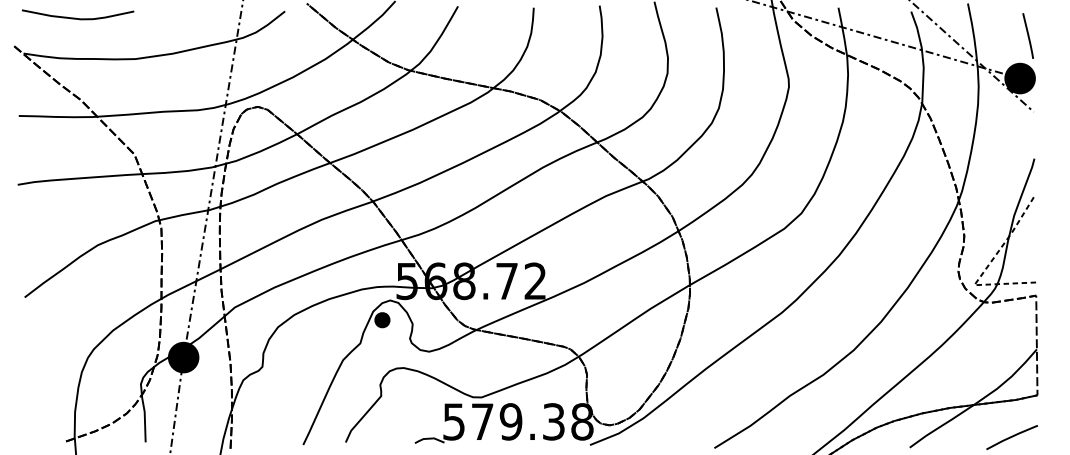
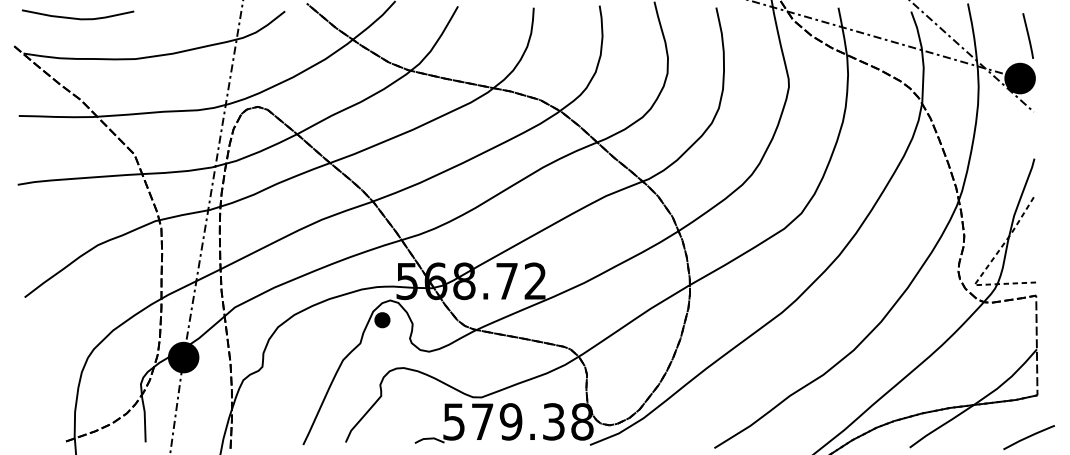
line at (1011, 437) position: (1011, 437) -> (1028, 437)
